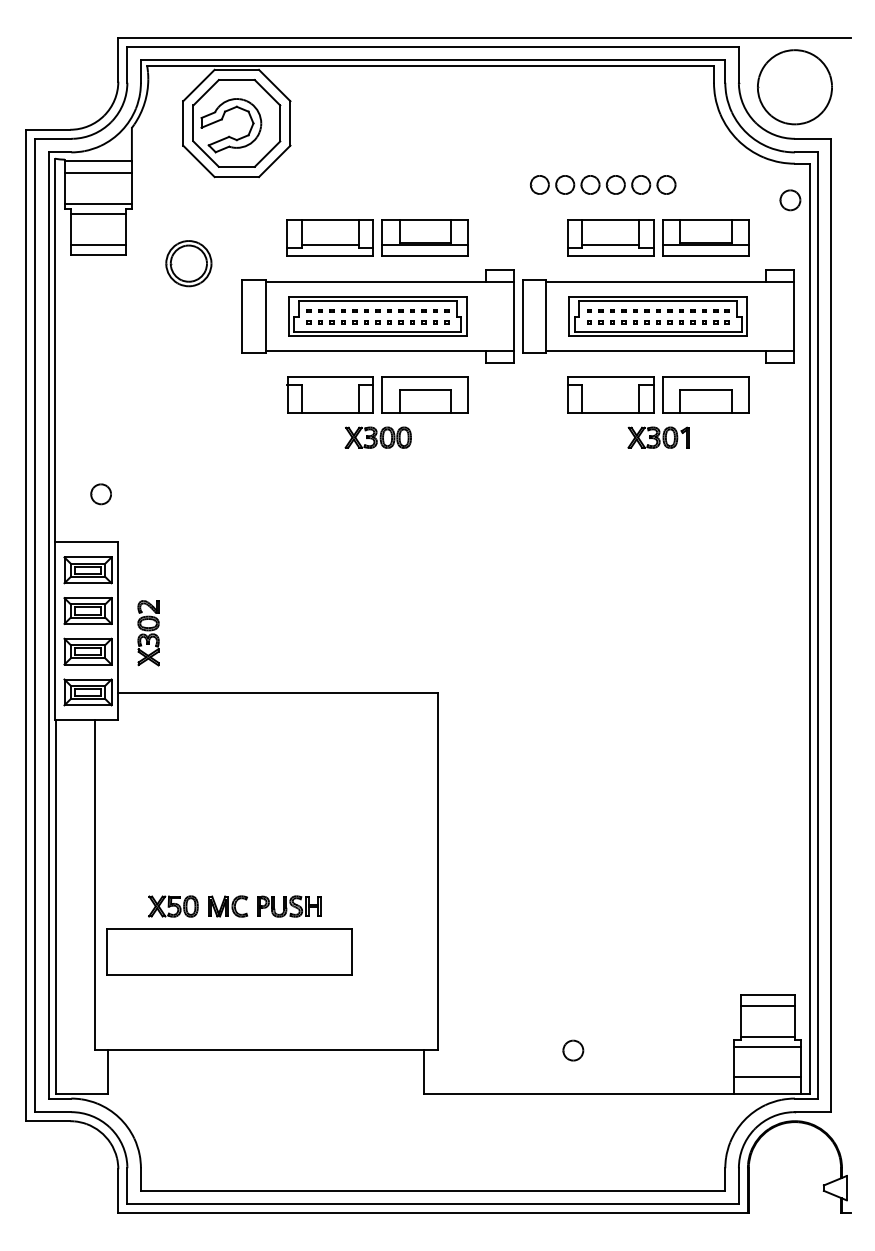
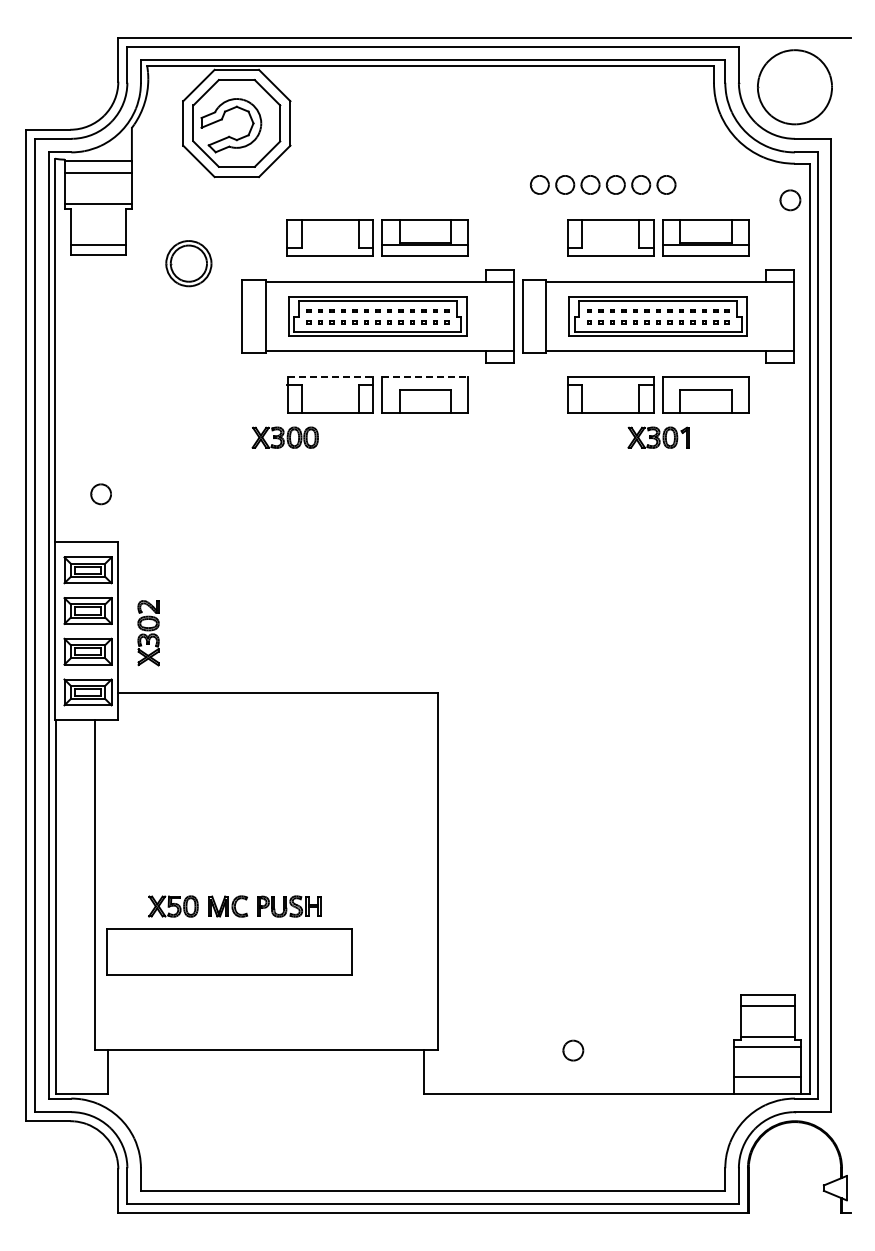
line at (98, 213): present -> none
line at (329, 245): present -> none
line at (610, 245): present -> none
line at (330, 377): solid -> dashed
line at (425, 377): solid -> dashed
part at (377, 437) position: (377, 437) -> (284, 437)
